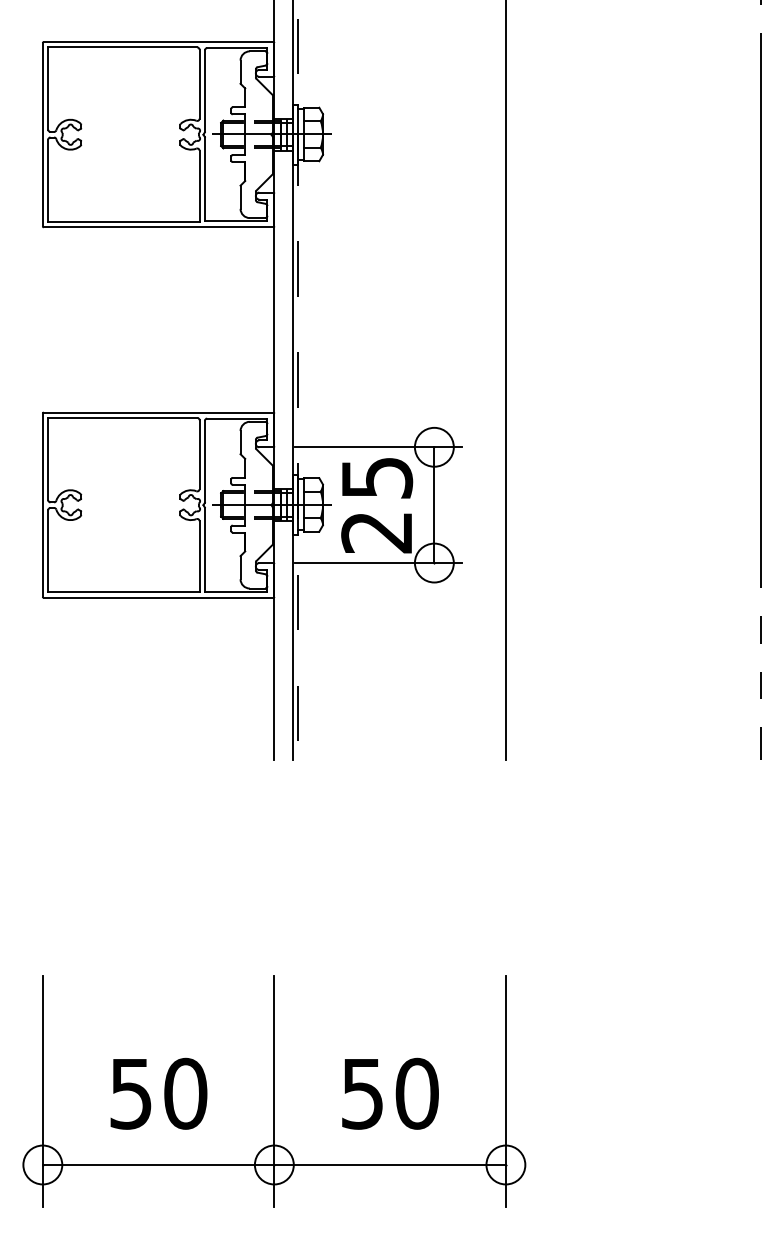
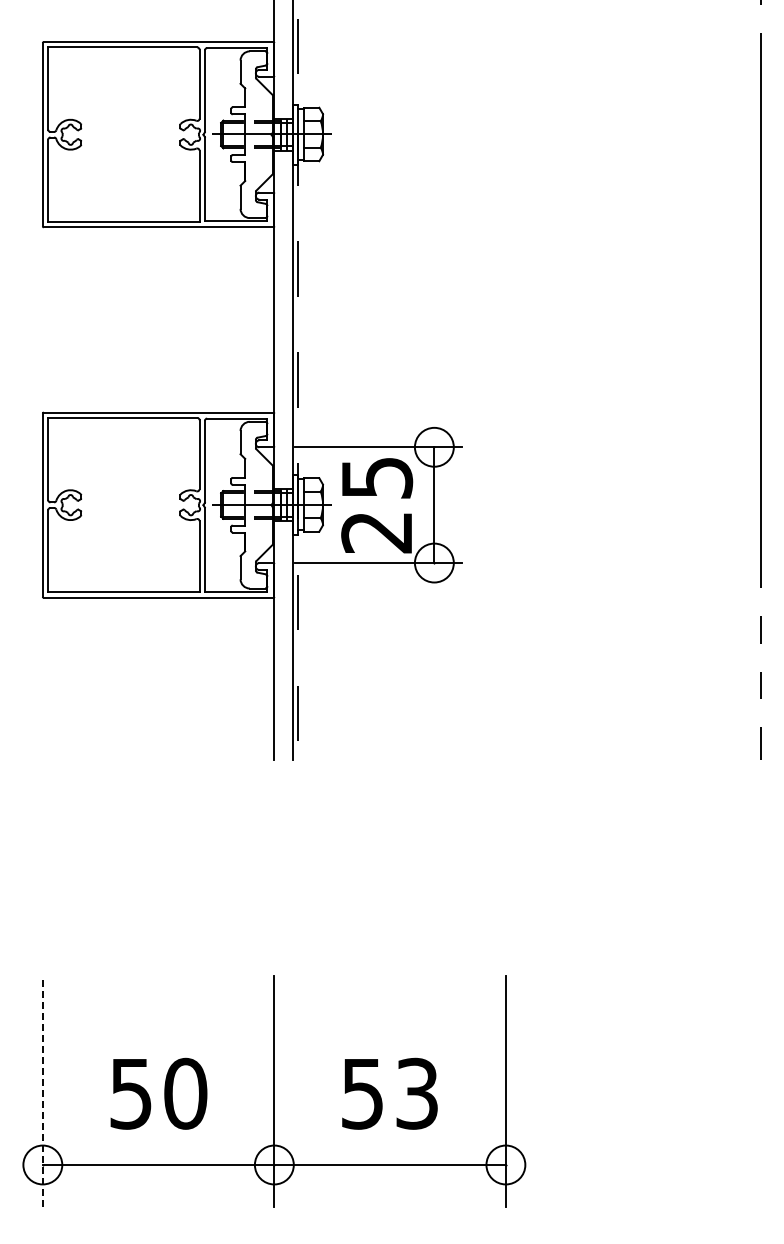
line at (505, 380): present -> none
line at (42, 1091): solid -> dashed
text at (416, 1093): 50 -> 53
